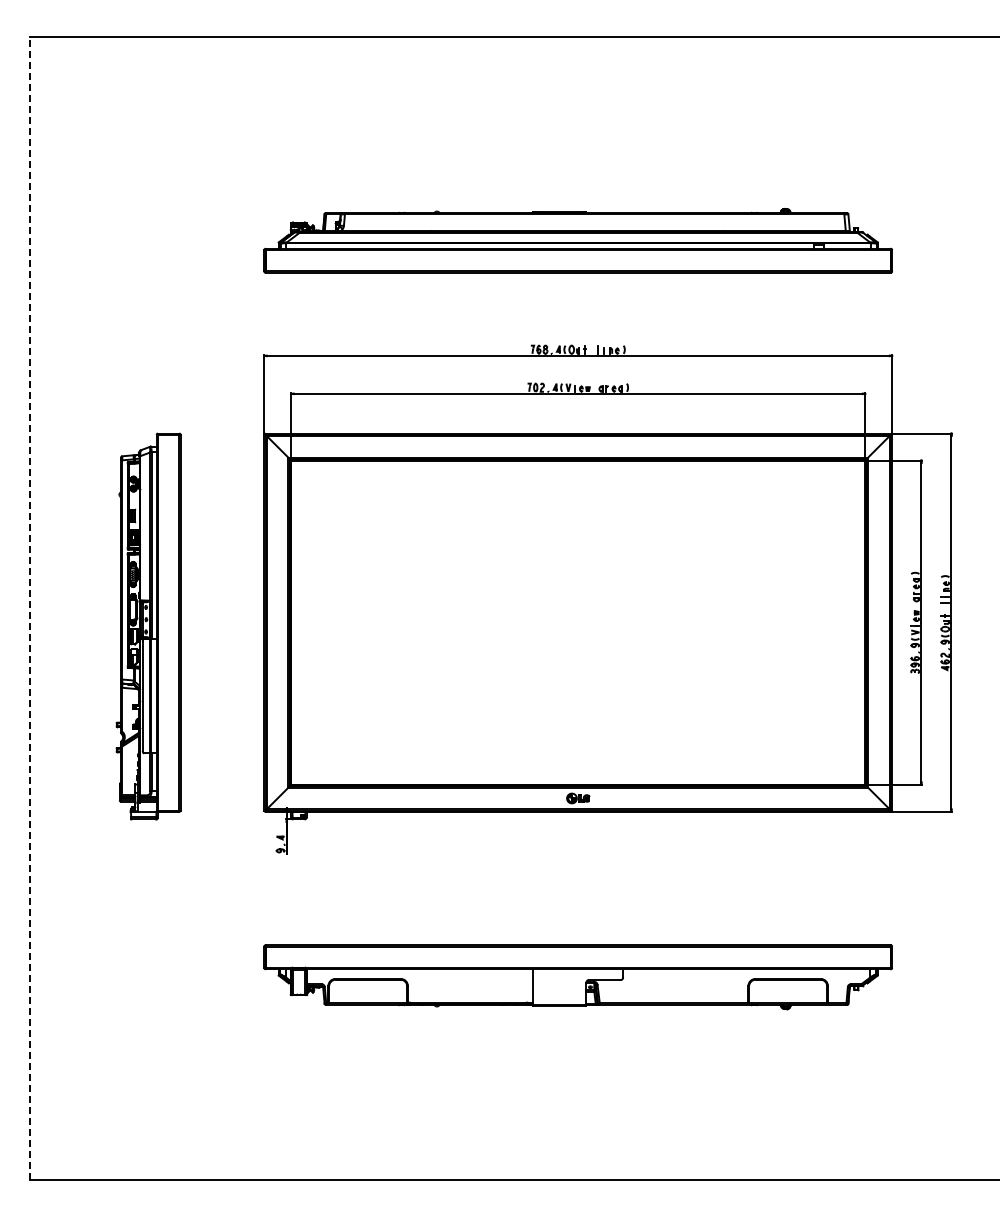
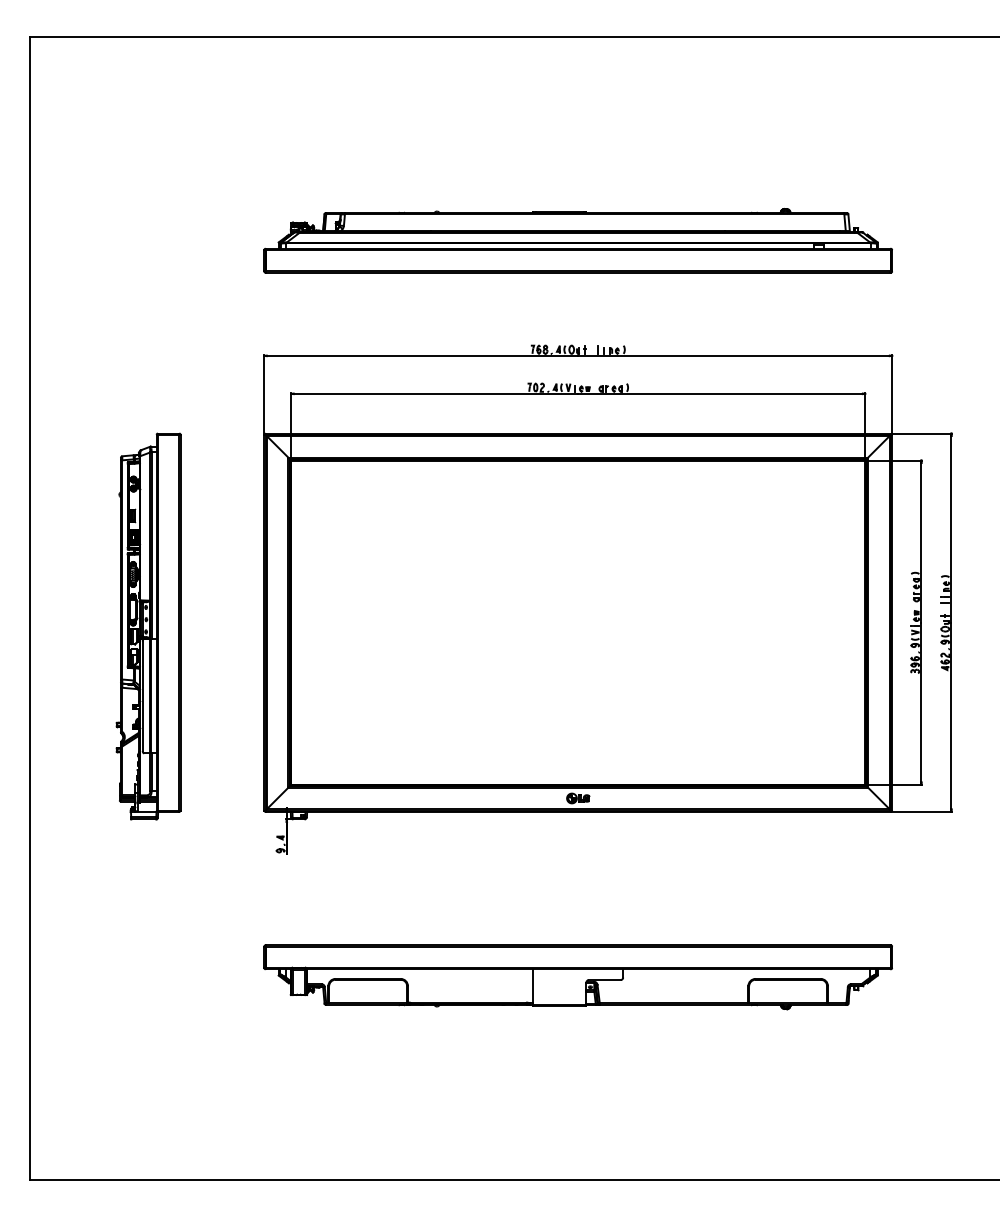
line at (29, 608): dashed -> solid
